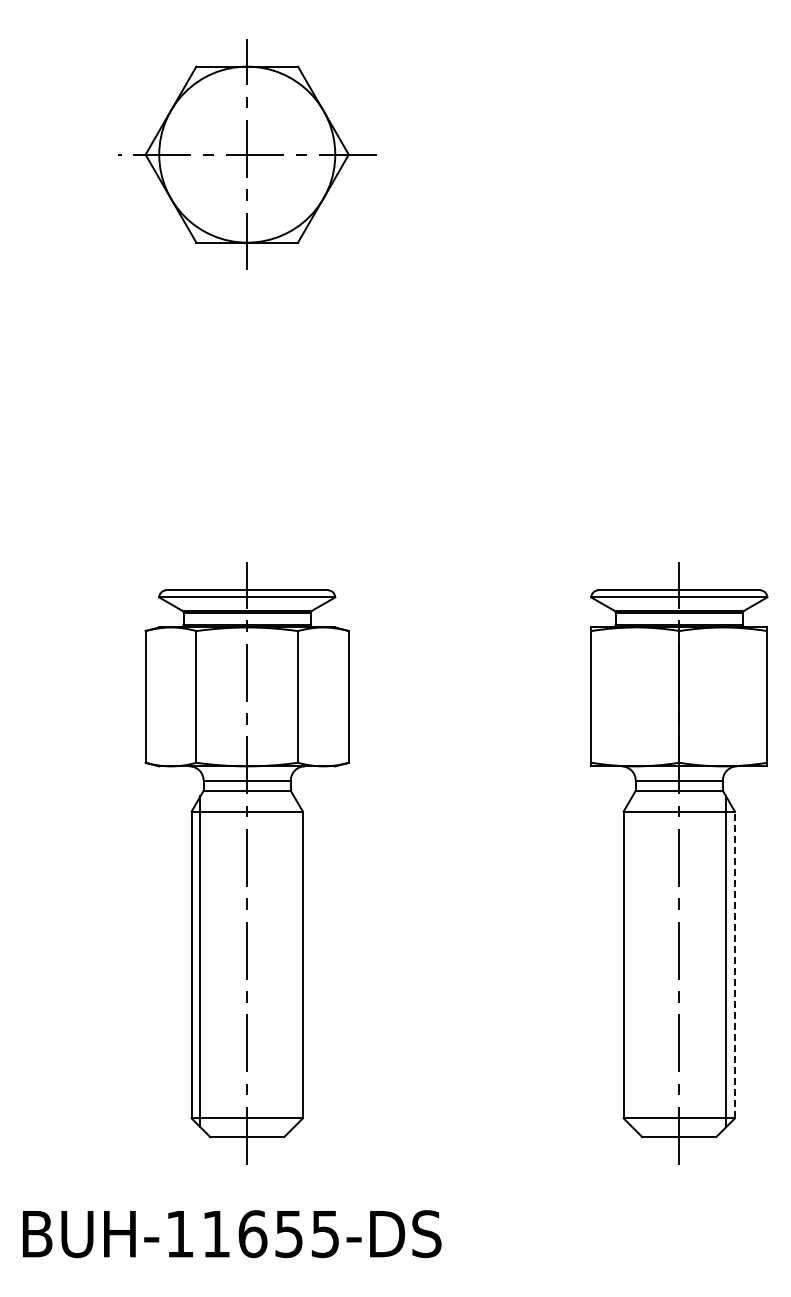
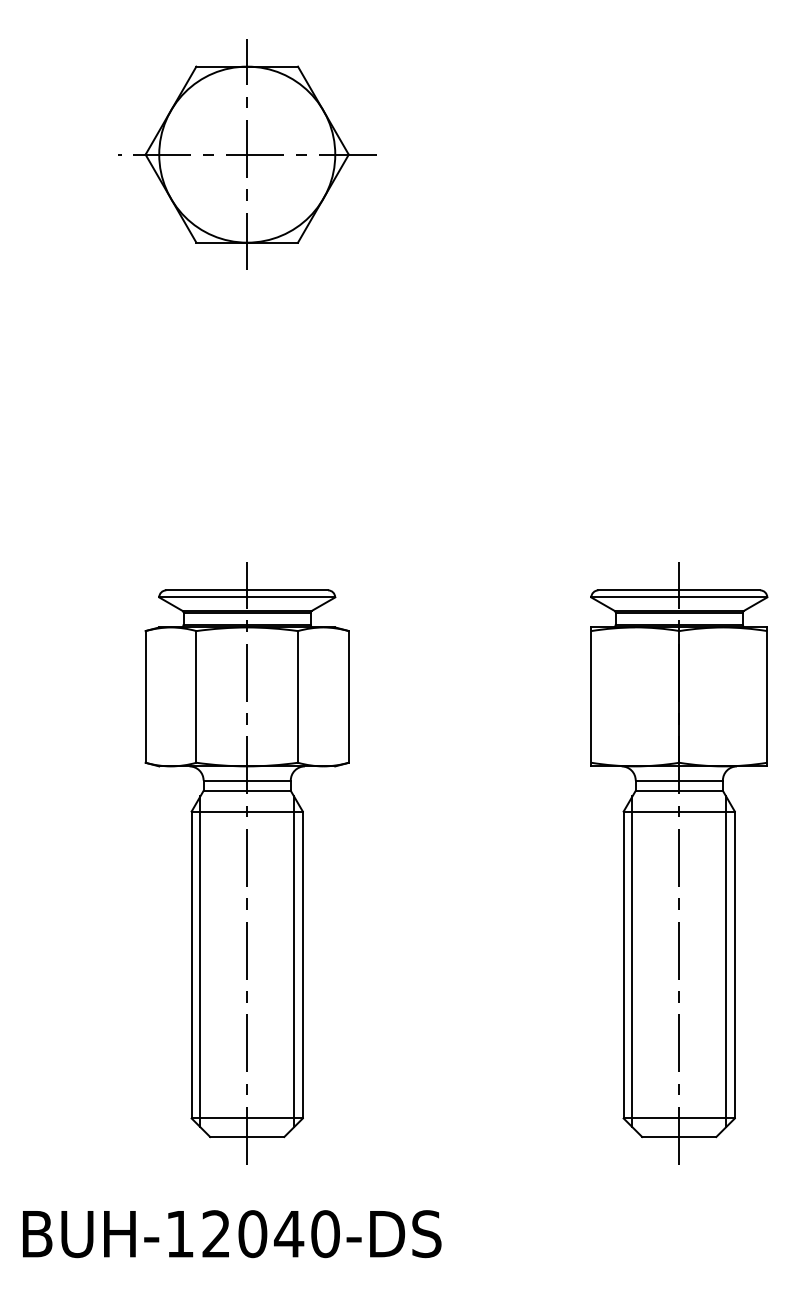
line at (294, 961): none -> present
line at (632, 961): none -> present
line at (734, 964): dashed -> solid
text at (270, 1234): BUH-11655-DS -> BUH-12040-DS
